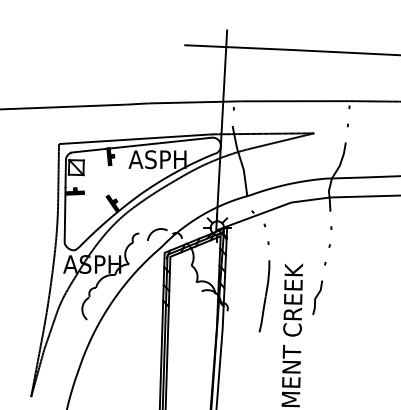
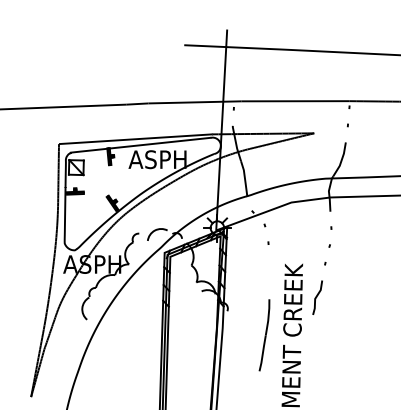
part at (264, 296) position: (264, 296) -> (264, 335)
